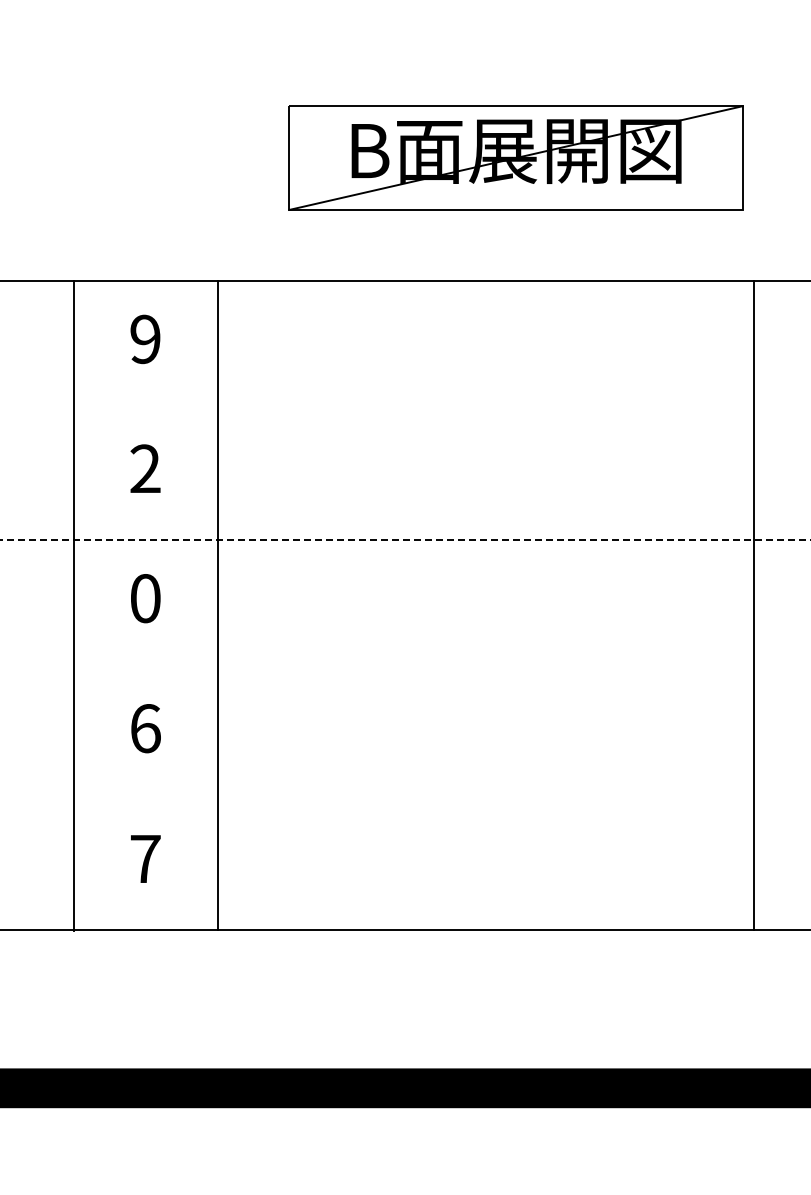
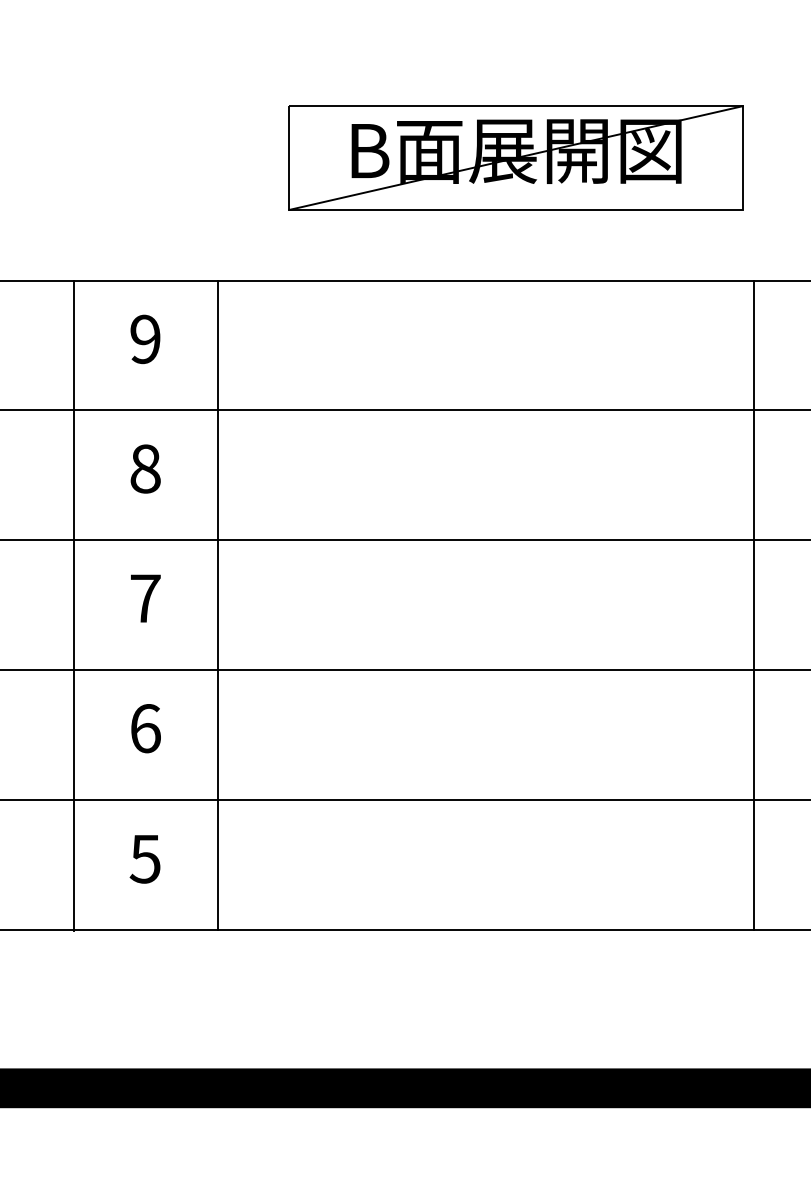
line at (404, 410): none -> present
text at (145, 468): 2 -> 8
line at (405, 540): dashed -> solid
text at (145, 598): 0 -> 7
line at (404, 669): none -> present
line at (404, 800): none -> present
text at (144, 859): 7 -> 5
